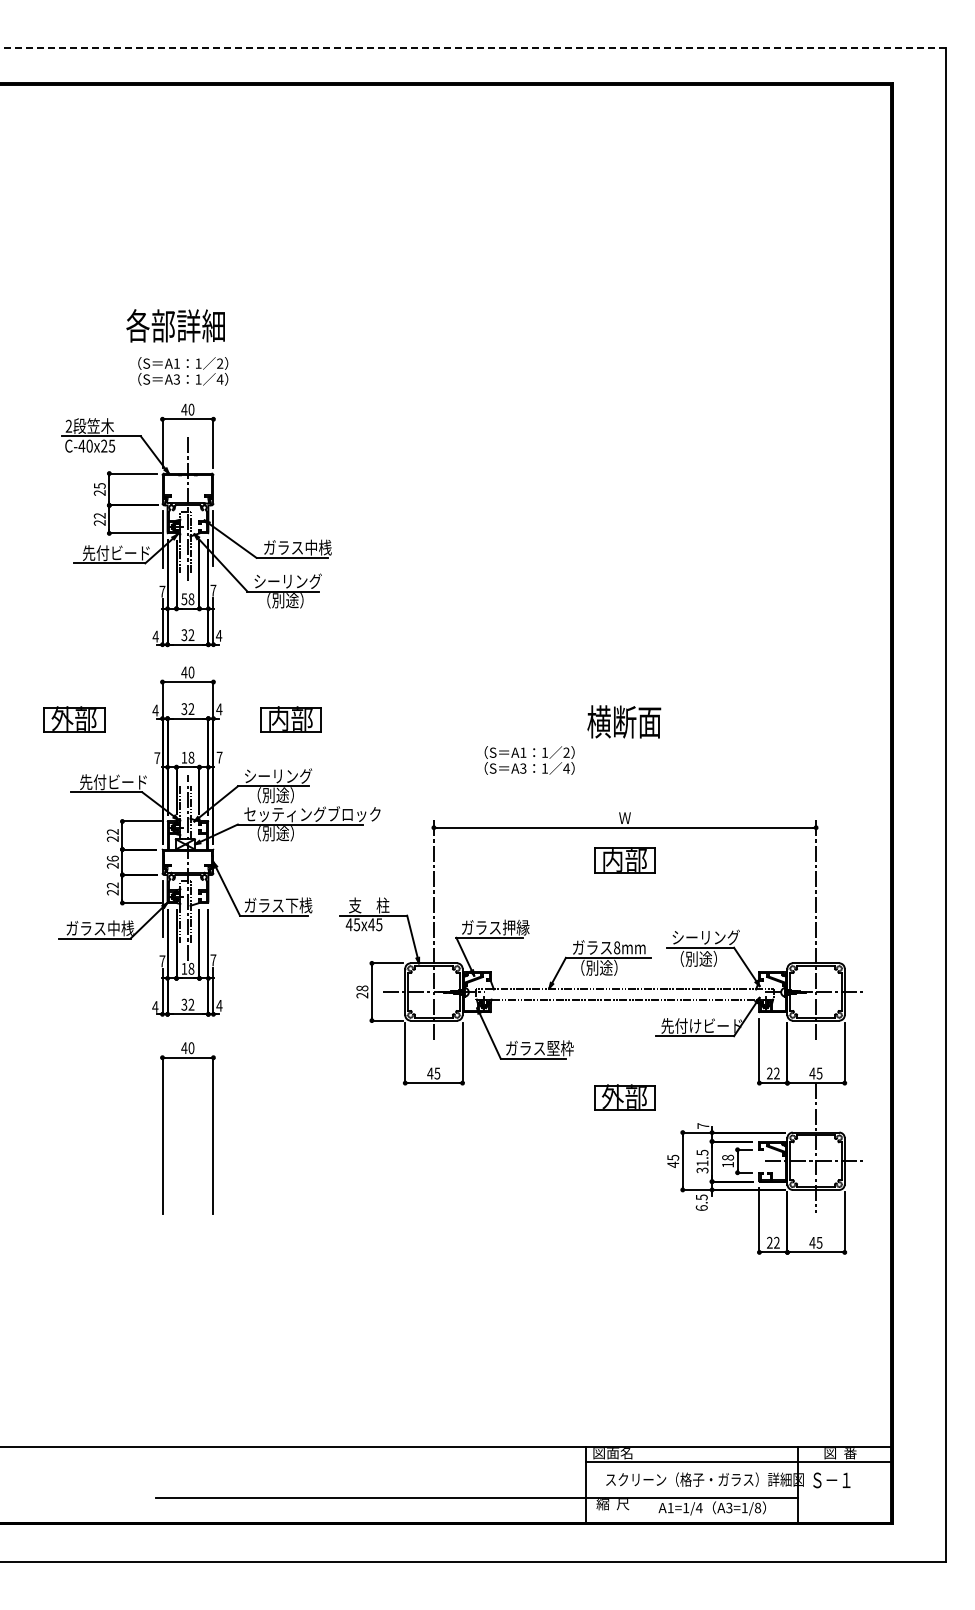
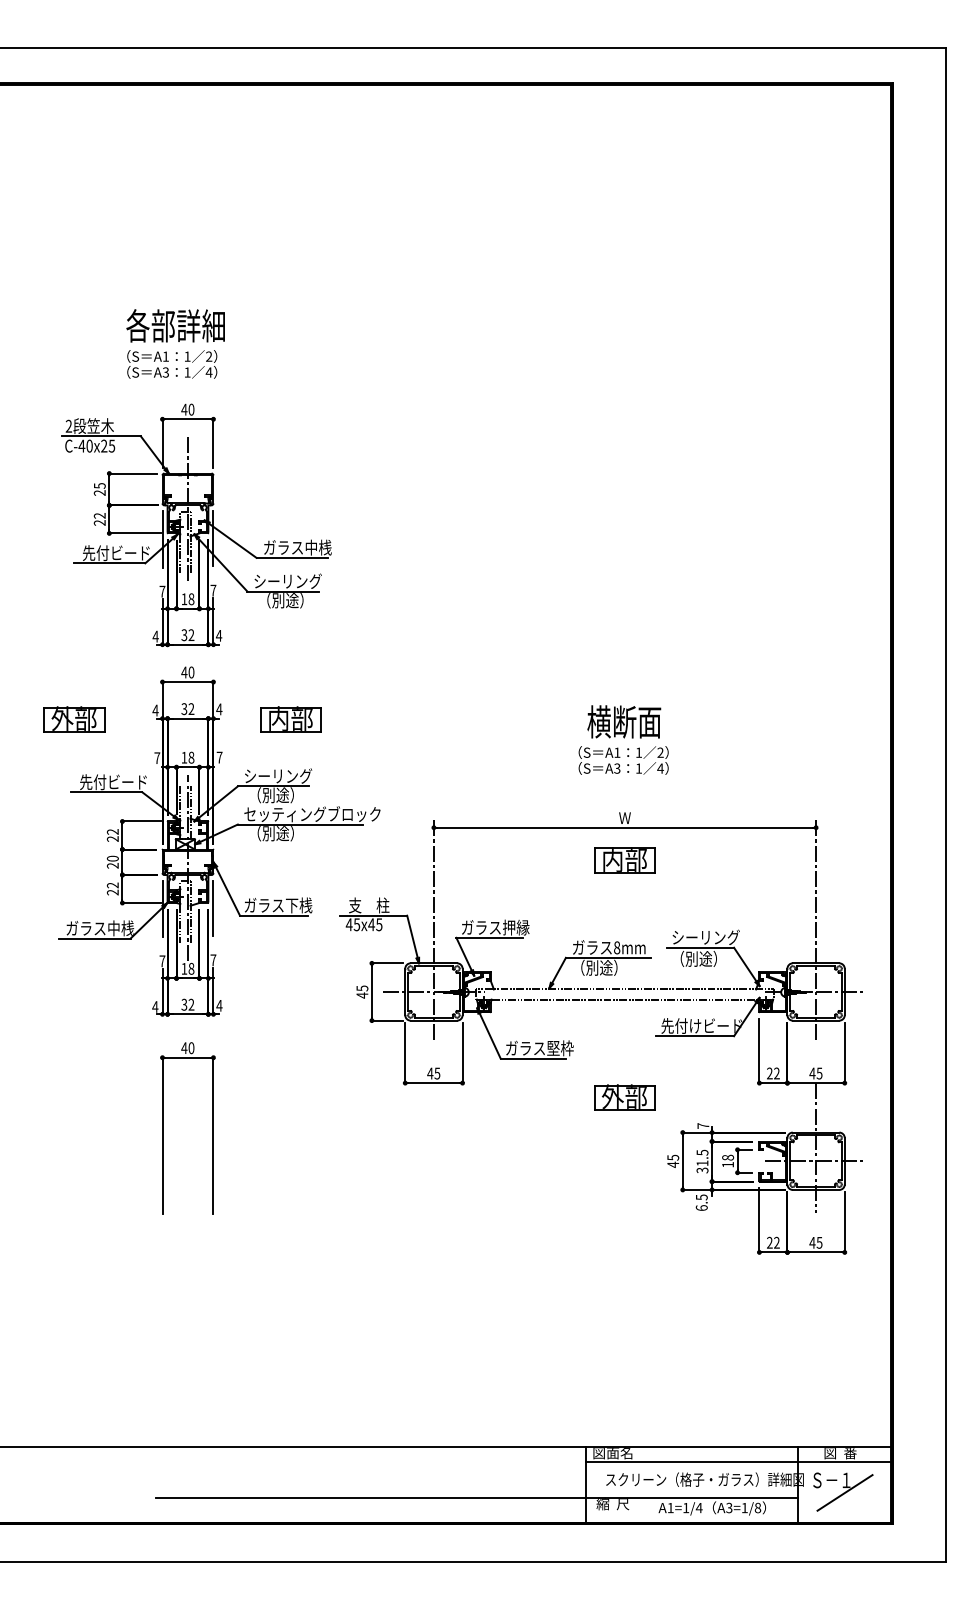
line at (472, 48): dashed -> solid
text at (183, 371) position: (183, 371) -> (172, 364)
text at (184, 599): 58 -> 18
text at (529, 760) position: (529, 760) -> (623, 760)
text at (112, 858): 26 -> 20
line at (213, 908): none -> present
text at (362, 991): 28 -> 45
line at (844, 1492): none -> present
